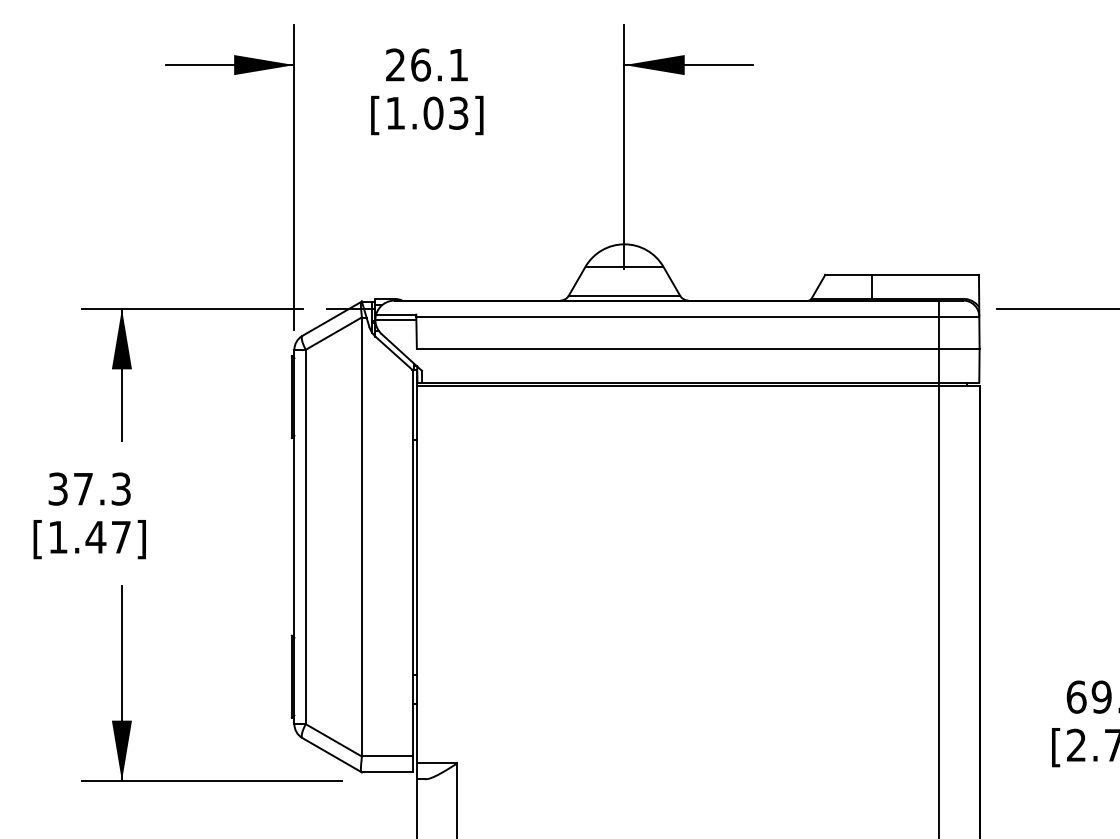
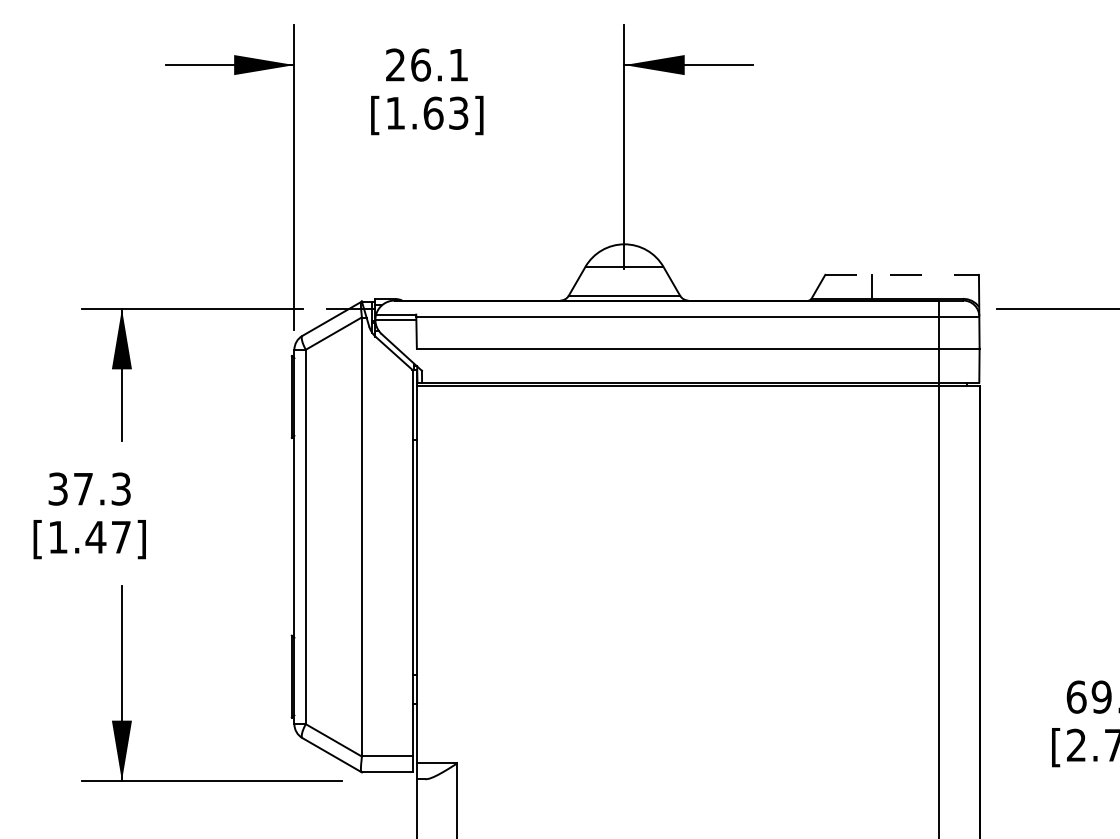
text at (433, 112): [1.03] -> [1.63]
line at (902, 274): solid -> dashed
